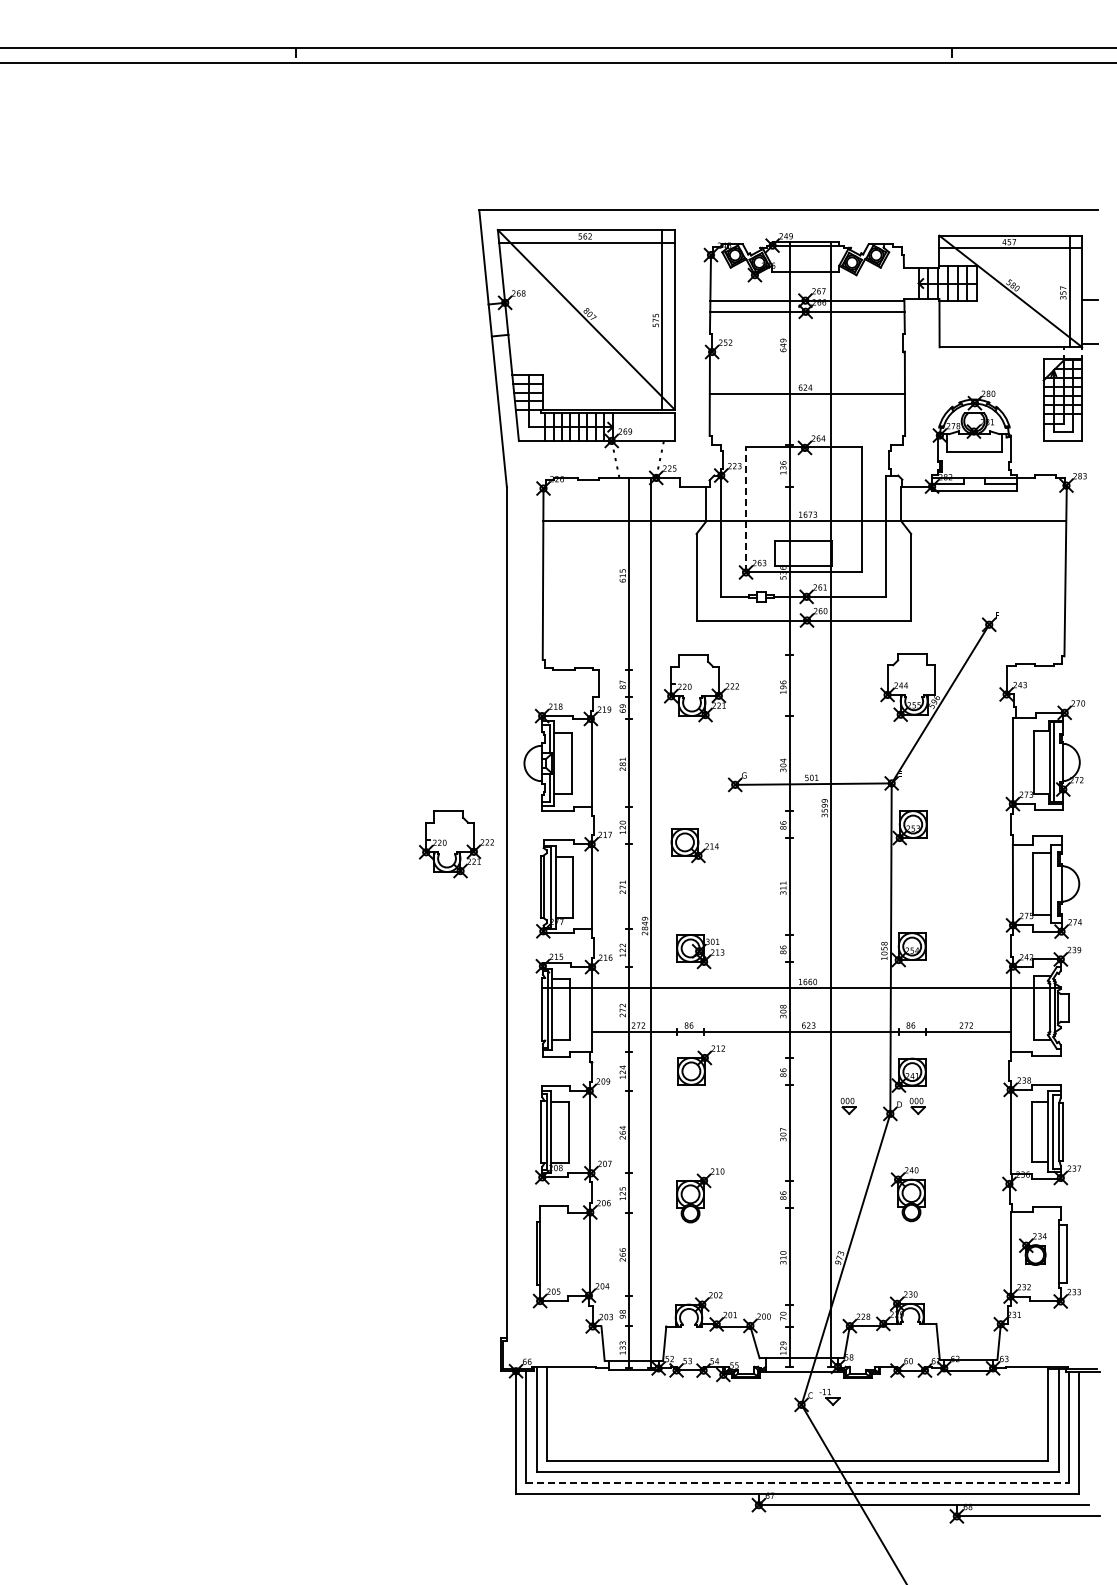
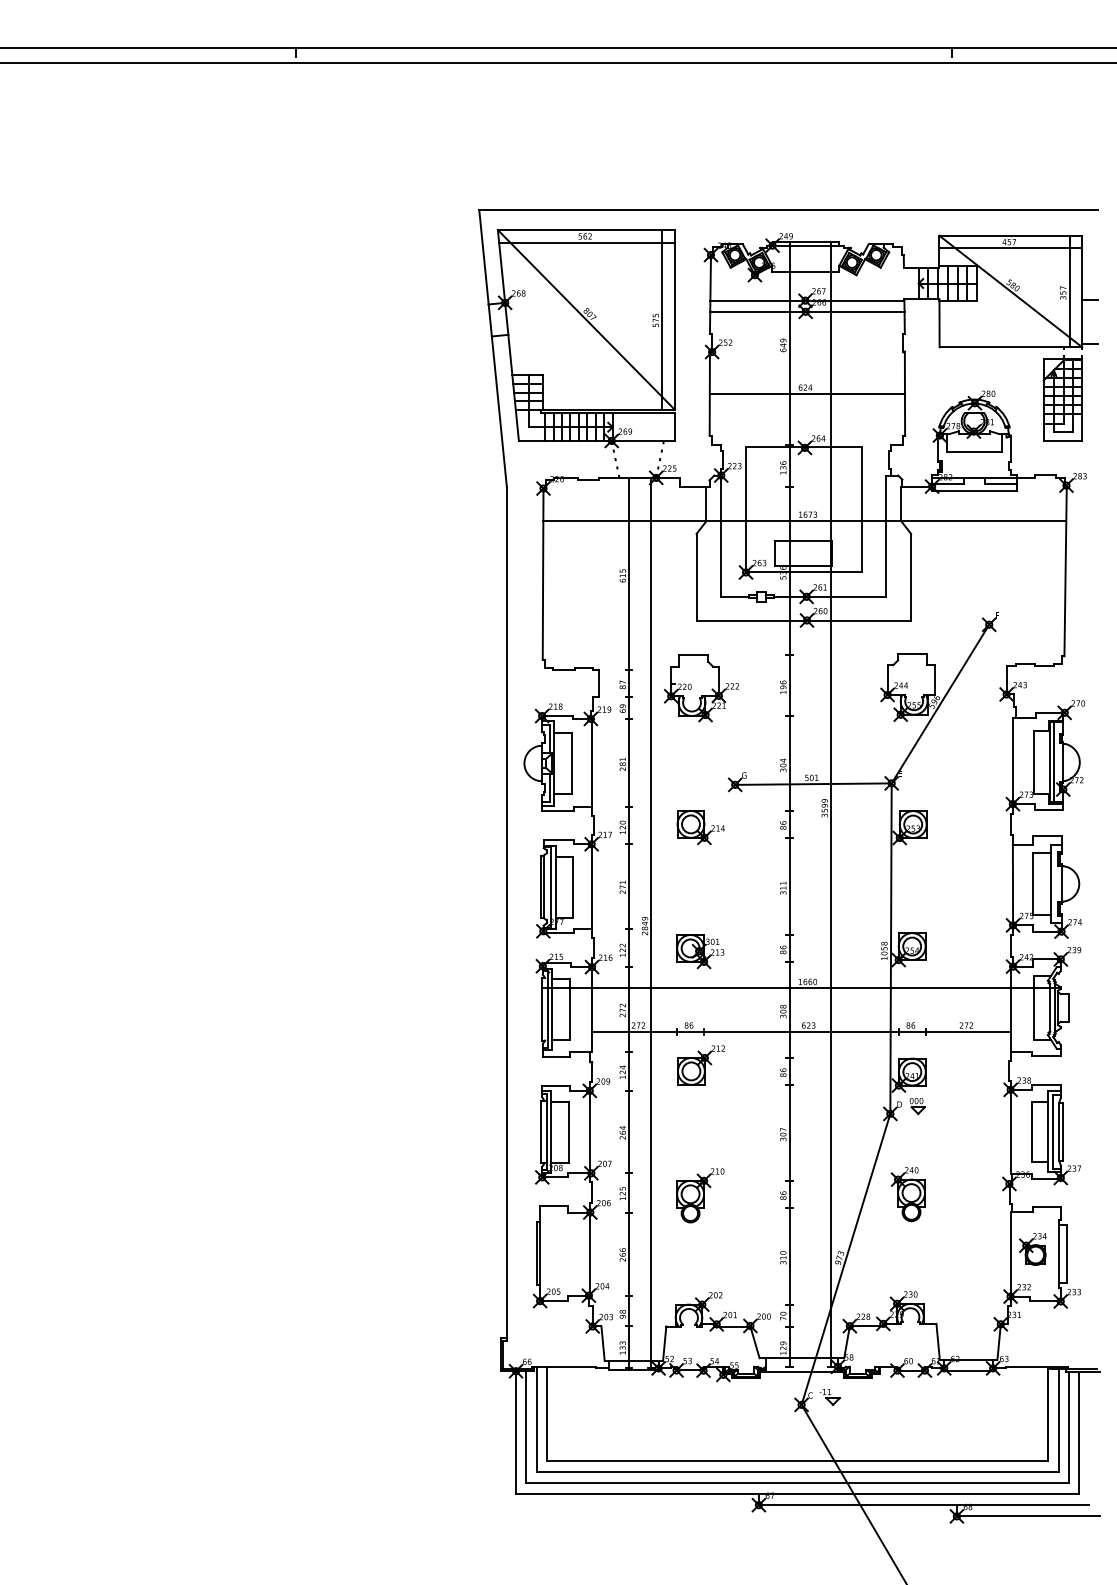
line at (746, 509): dashed -> solid
part at (455, 844): present -> none
part at (694, 845) position: (694, 845) -> (700, 827)
part at (848, 1106): present -> none
line at (798, 1483): dashed -> solid
